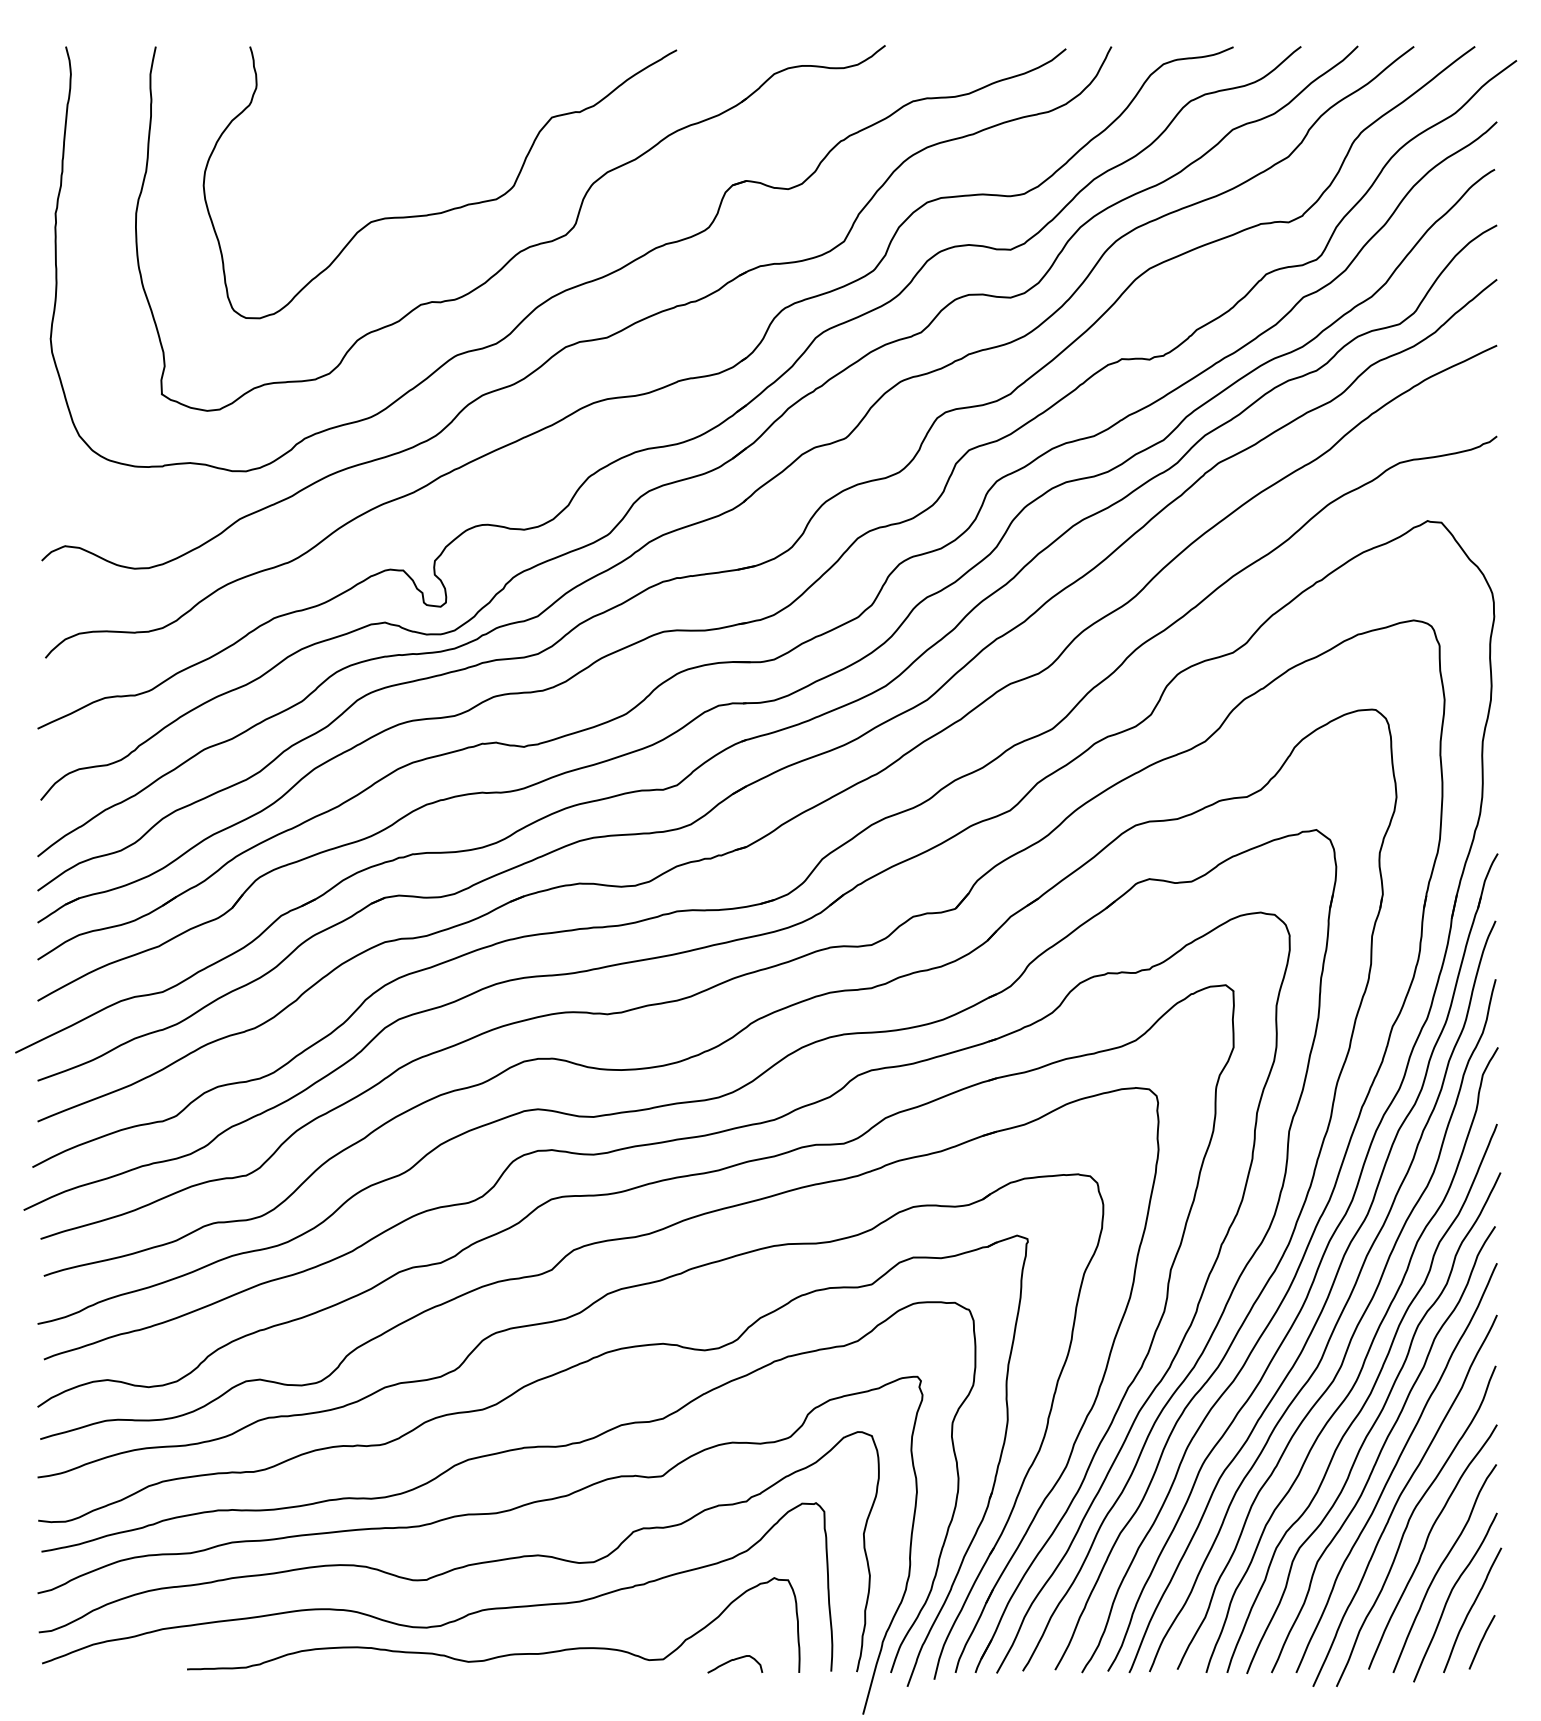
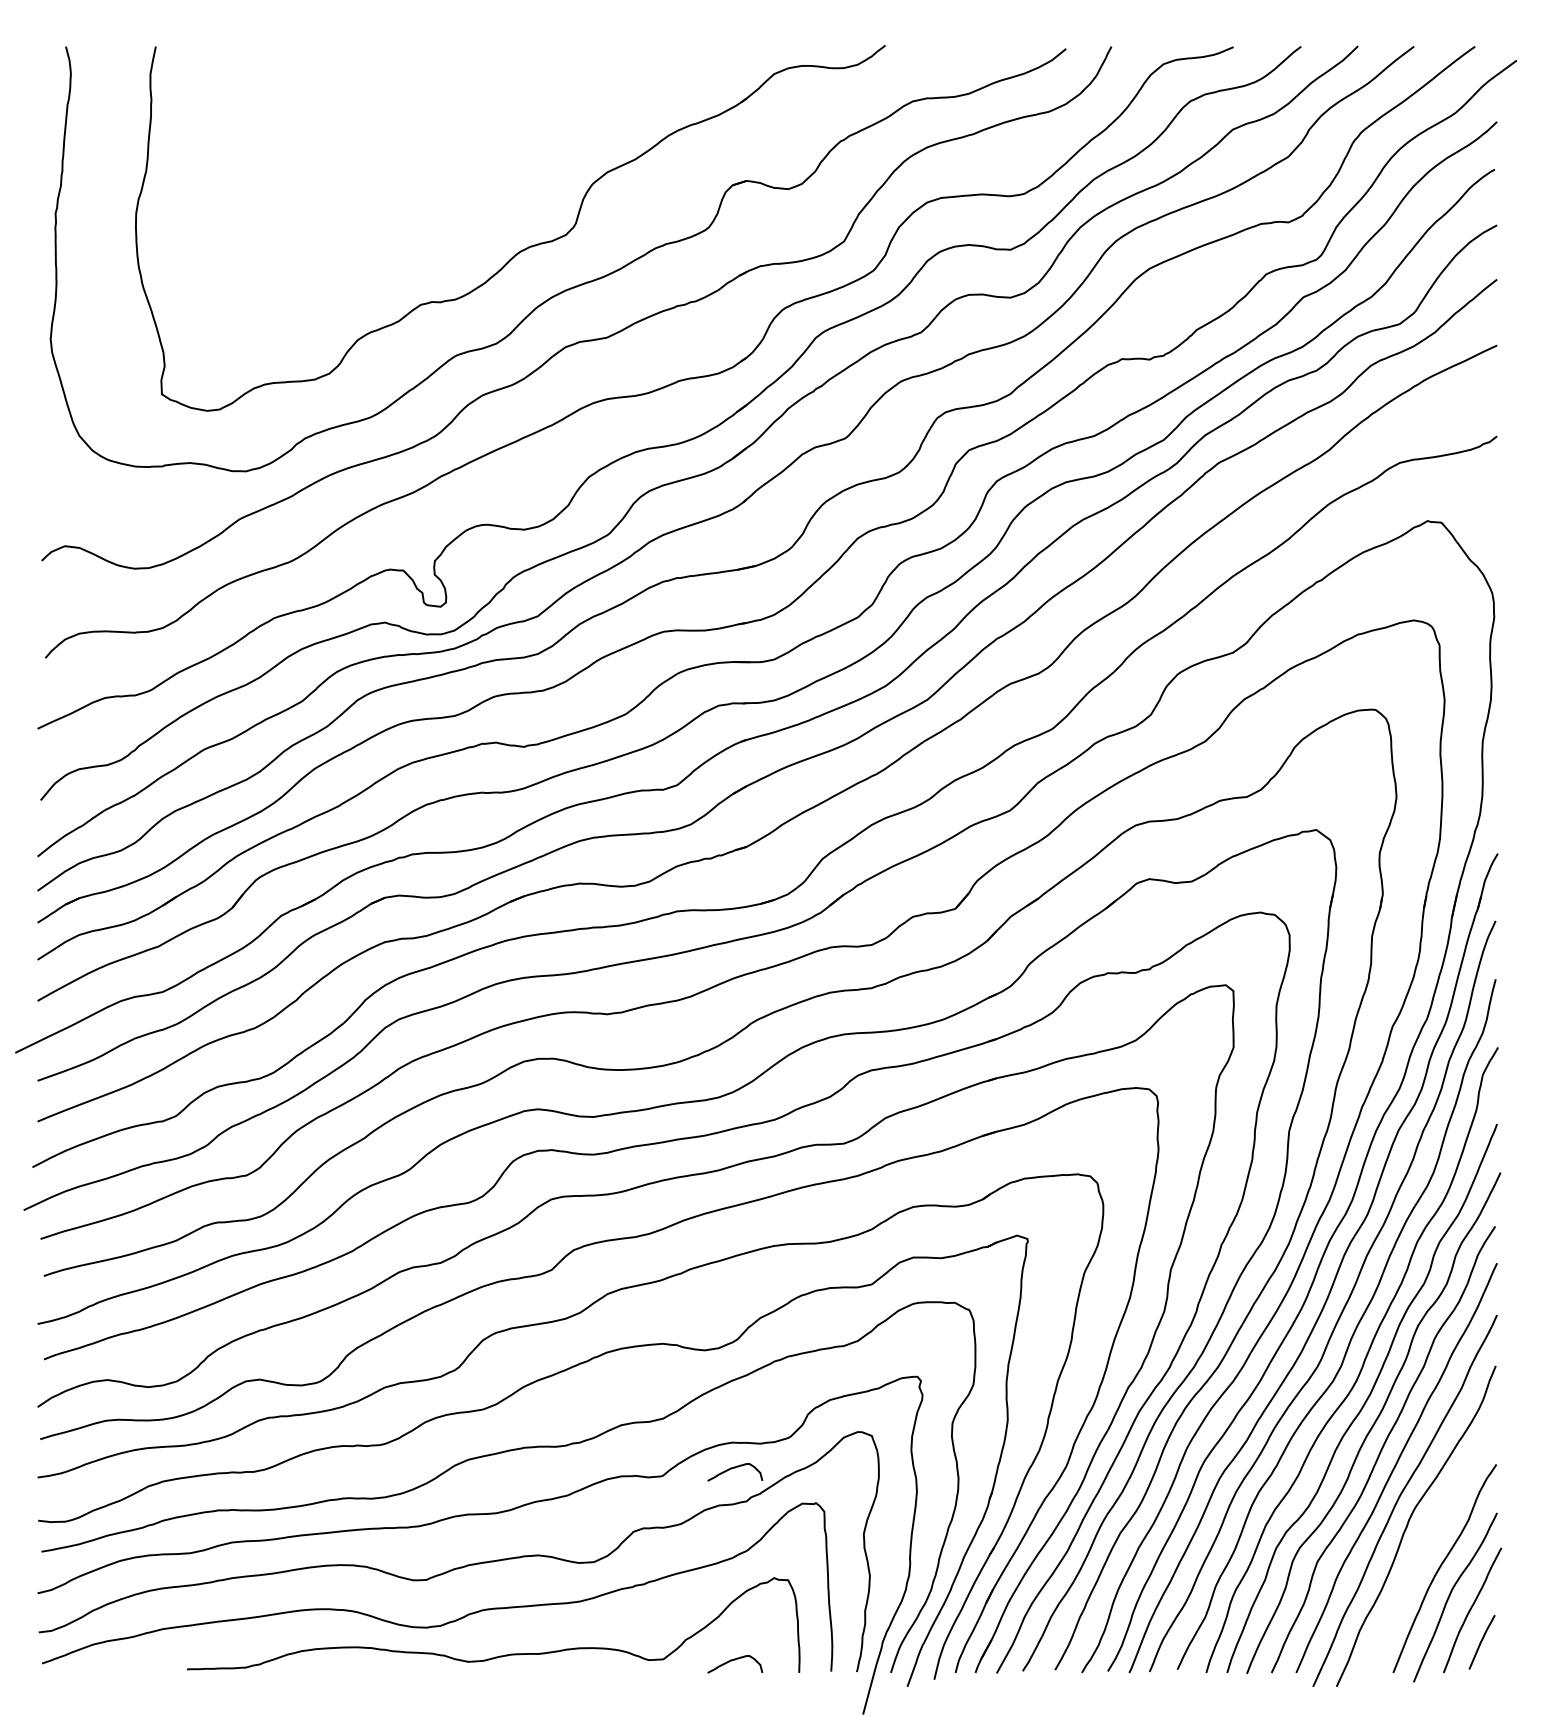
curve at (448, 209): present -> none
curve at (735, 1468): none -> present
curve at (1426, 1545): present -> none
